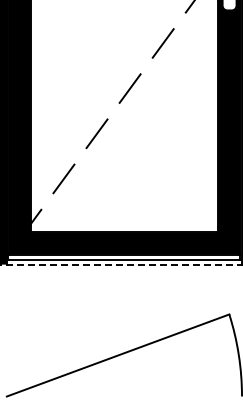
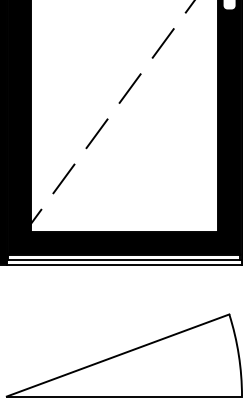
line at (121, 264): dashed -> solid
line at (122, 396): none -> present
